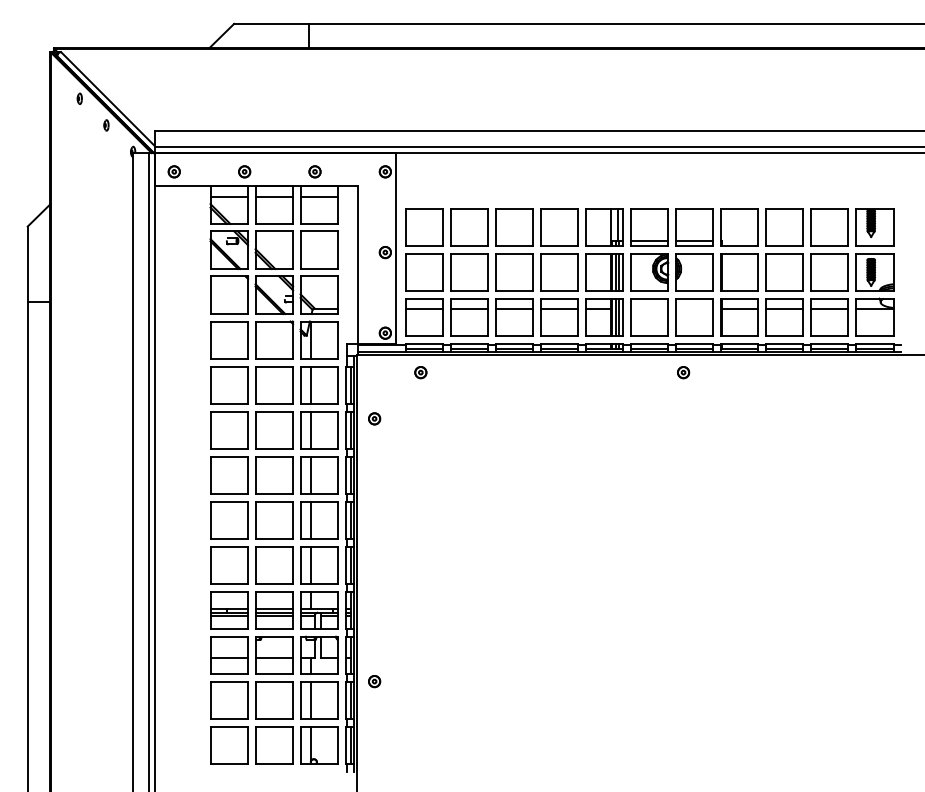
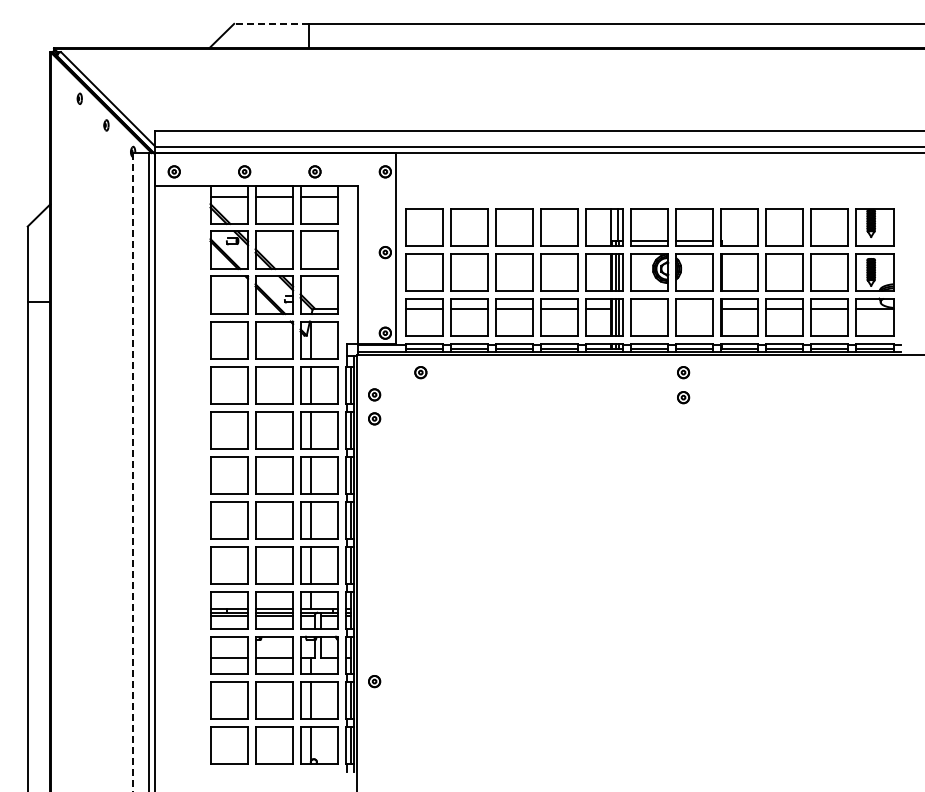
line at (271, 23): solid -> dashed
part at (374, 394): none -> present
part at (683, 397): none -> present
line at (133, 472): solid -> dashed
